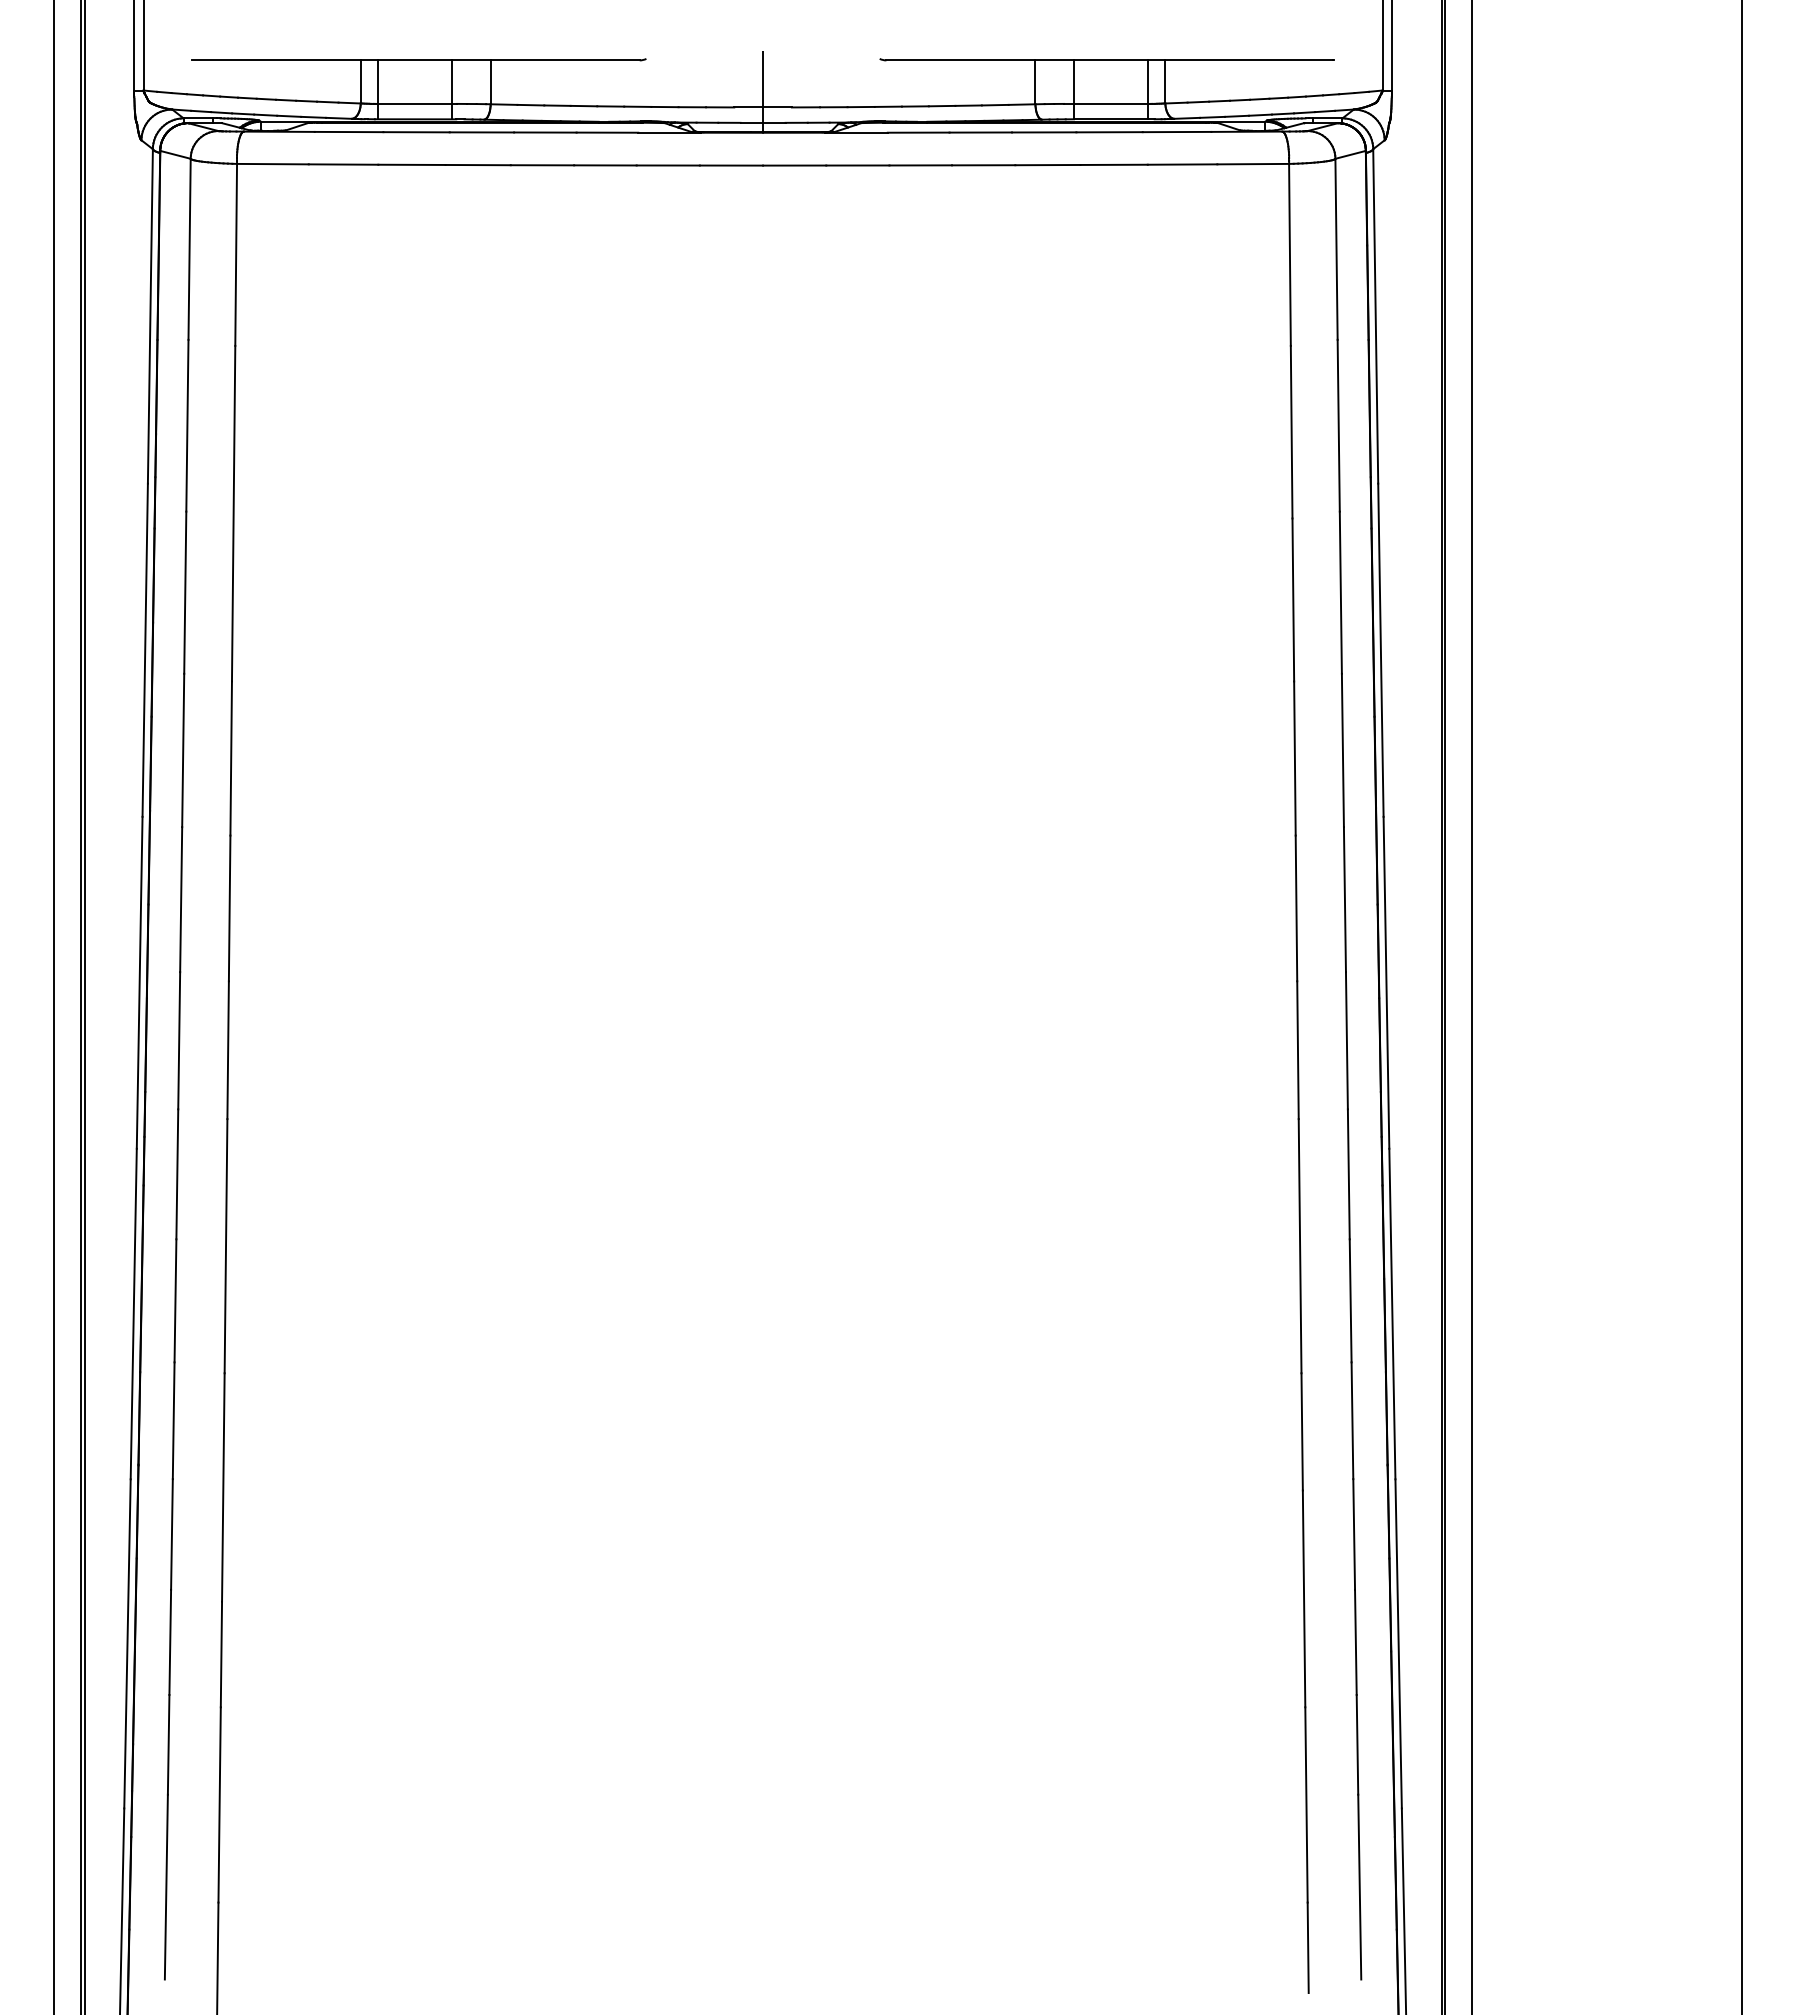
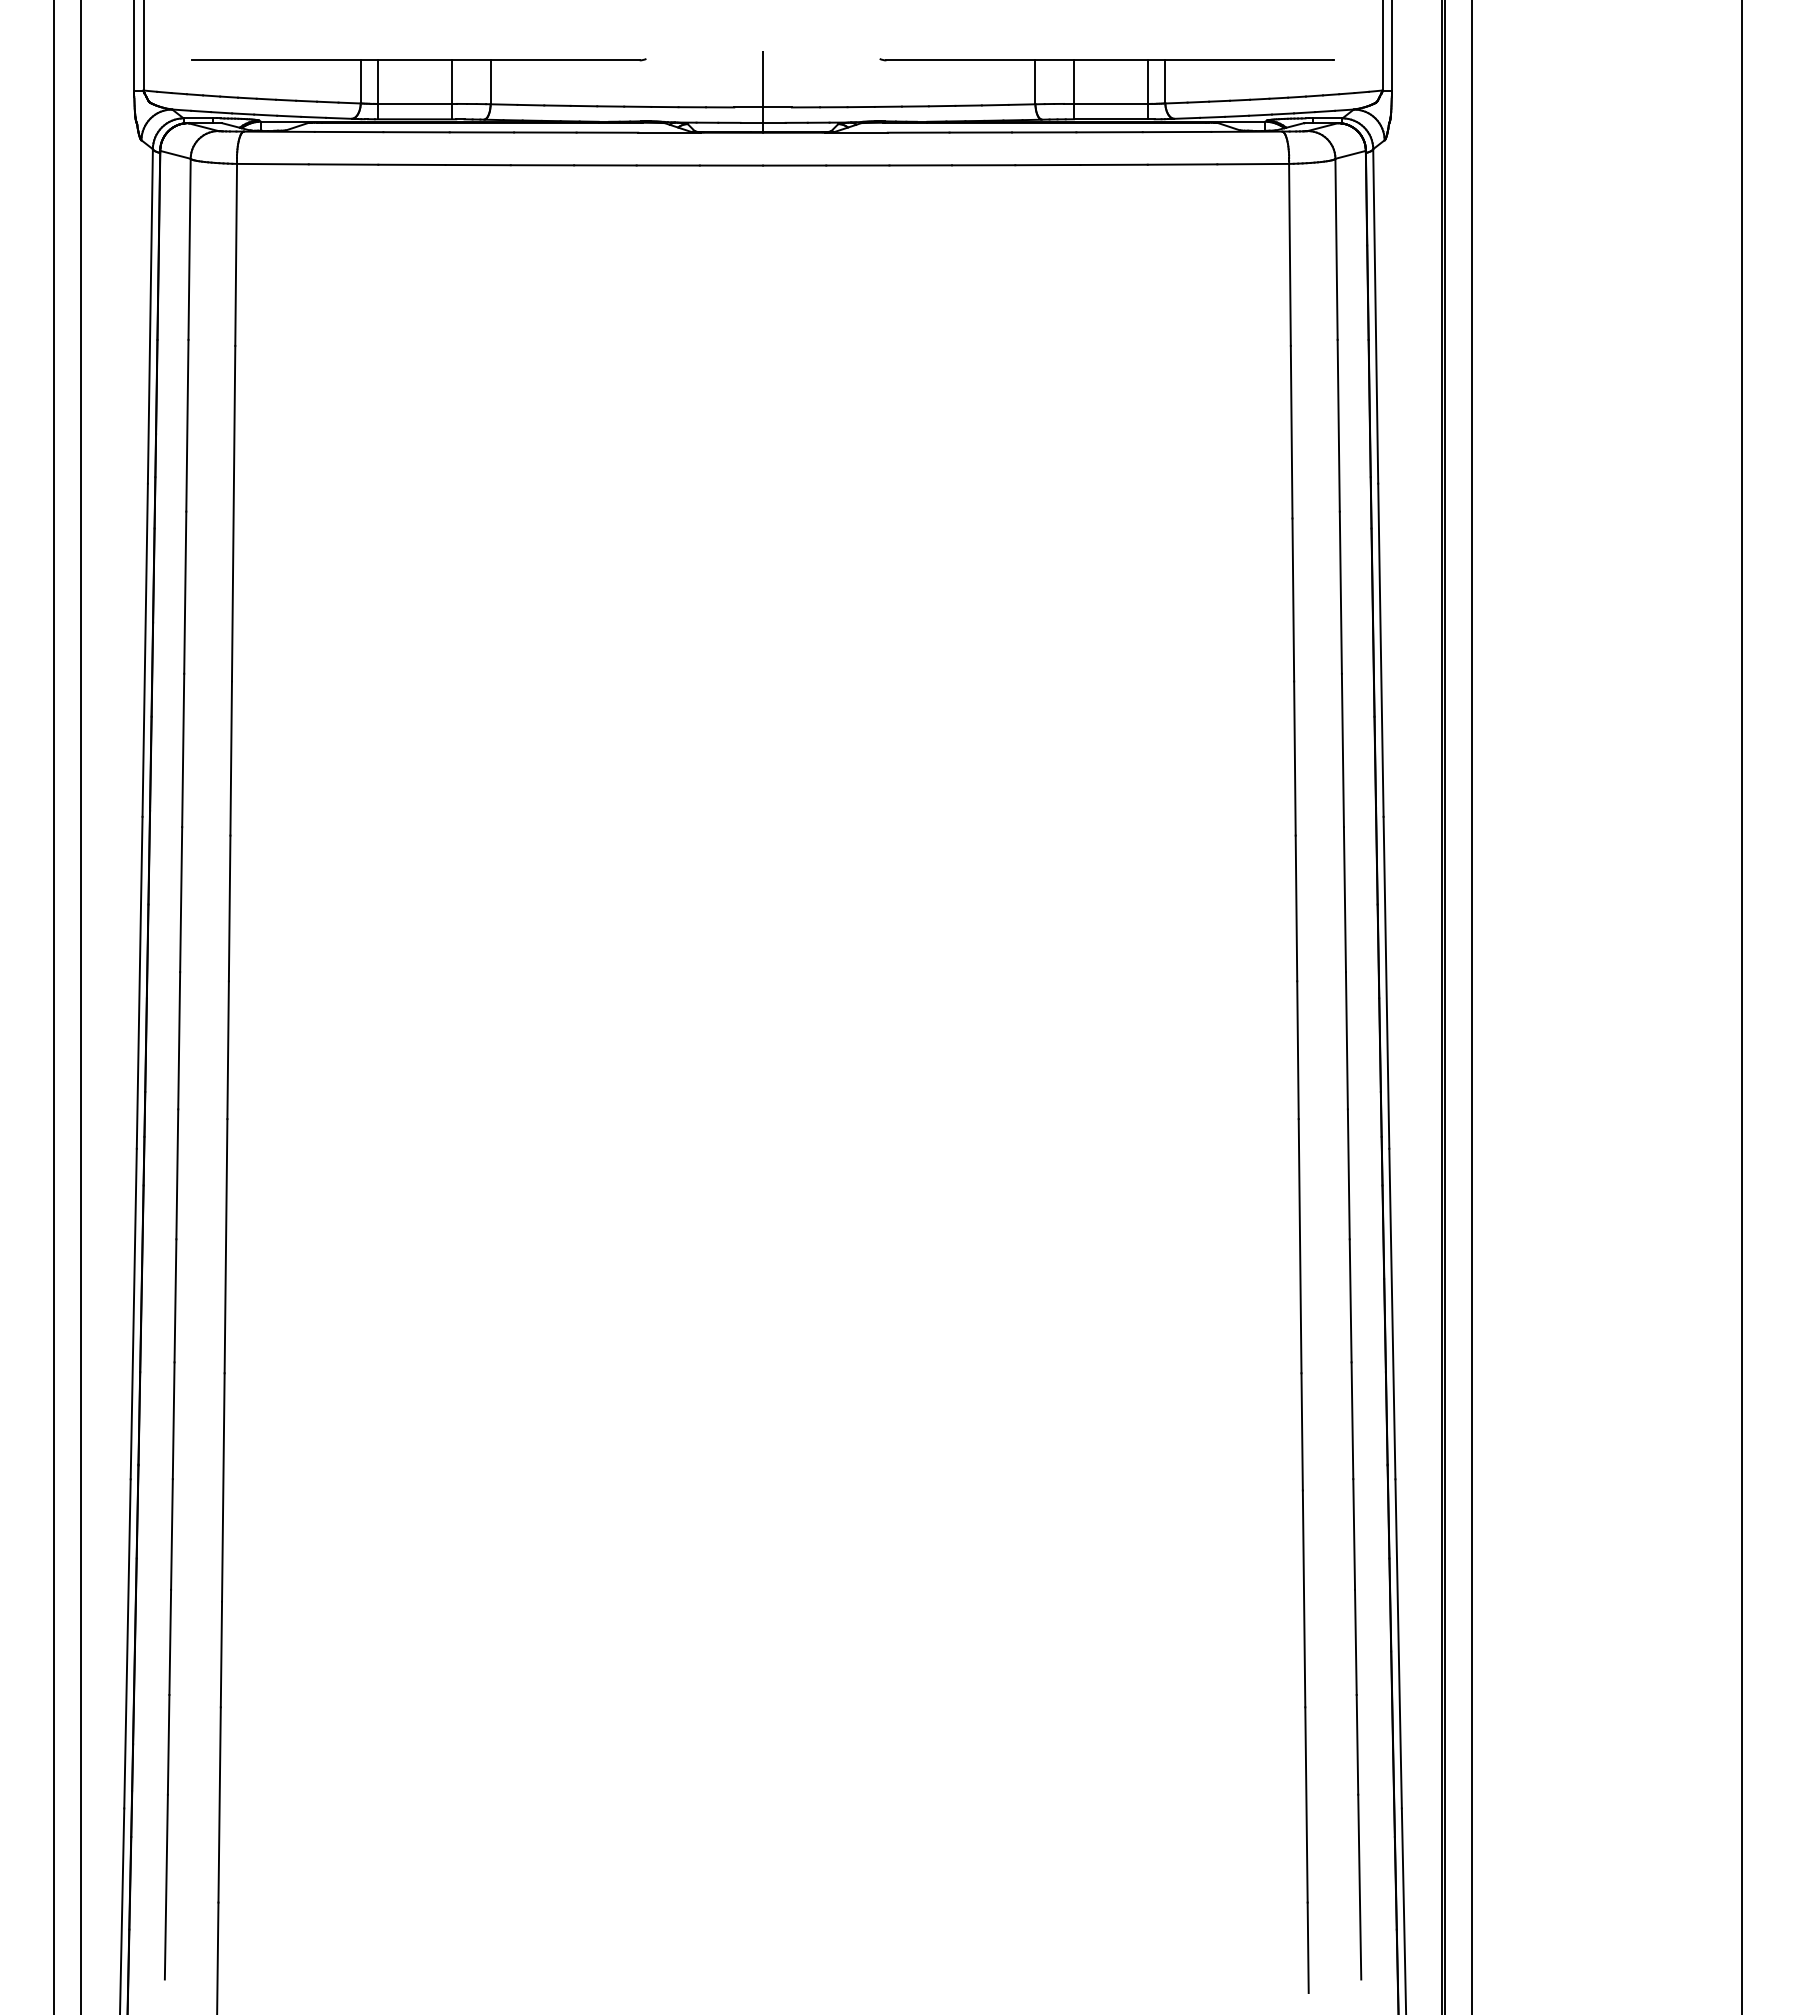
line at (84, 1006): present -> none
